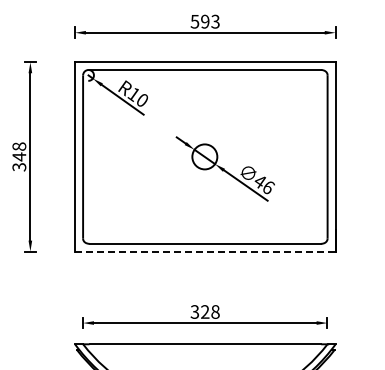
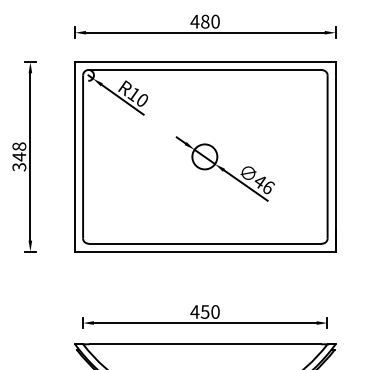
text at (204, 21): 593 -> 480
line at (205, 251): dashed -> solid
text at (204, 311): 328 -> 450
